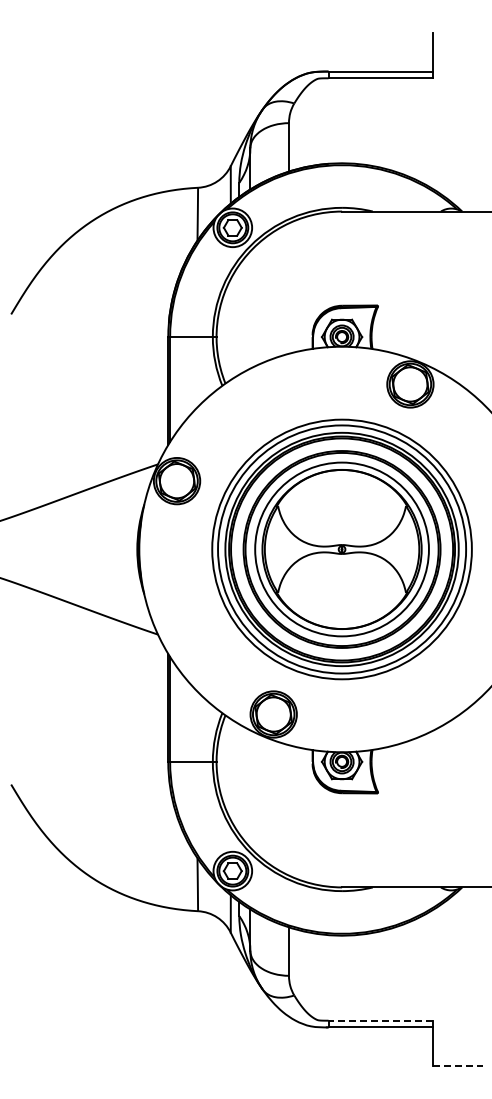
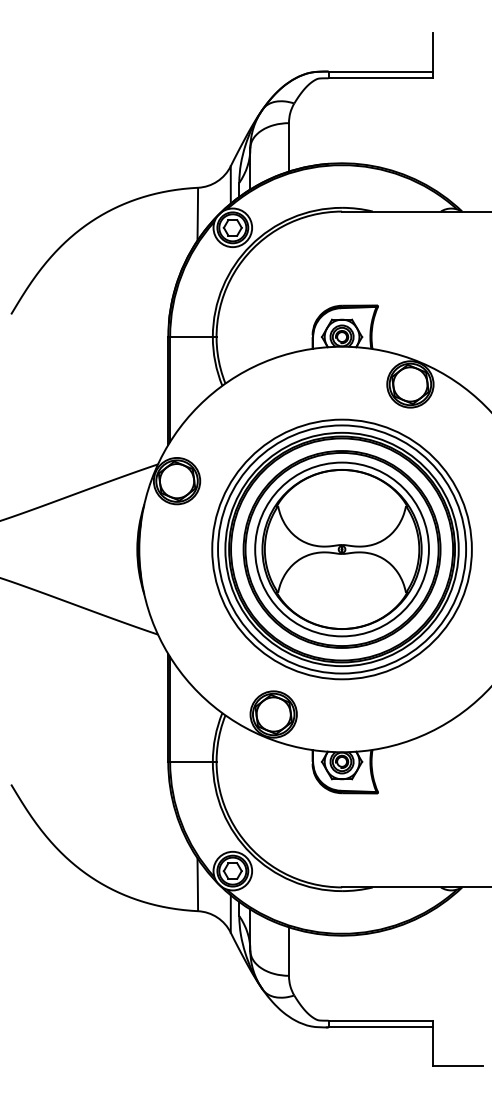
line at (380, 1020): dashed -> solid
line at (458, 1066): dashed -> solid
